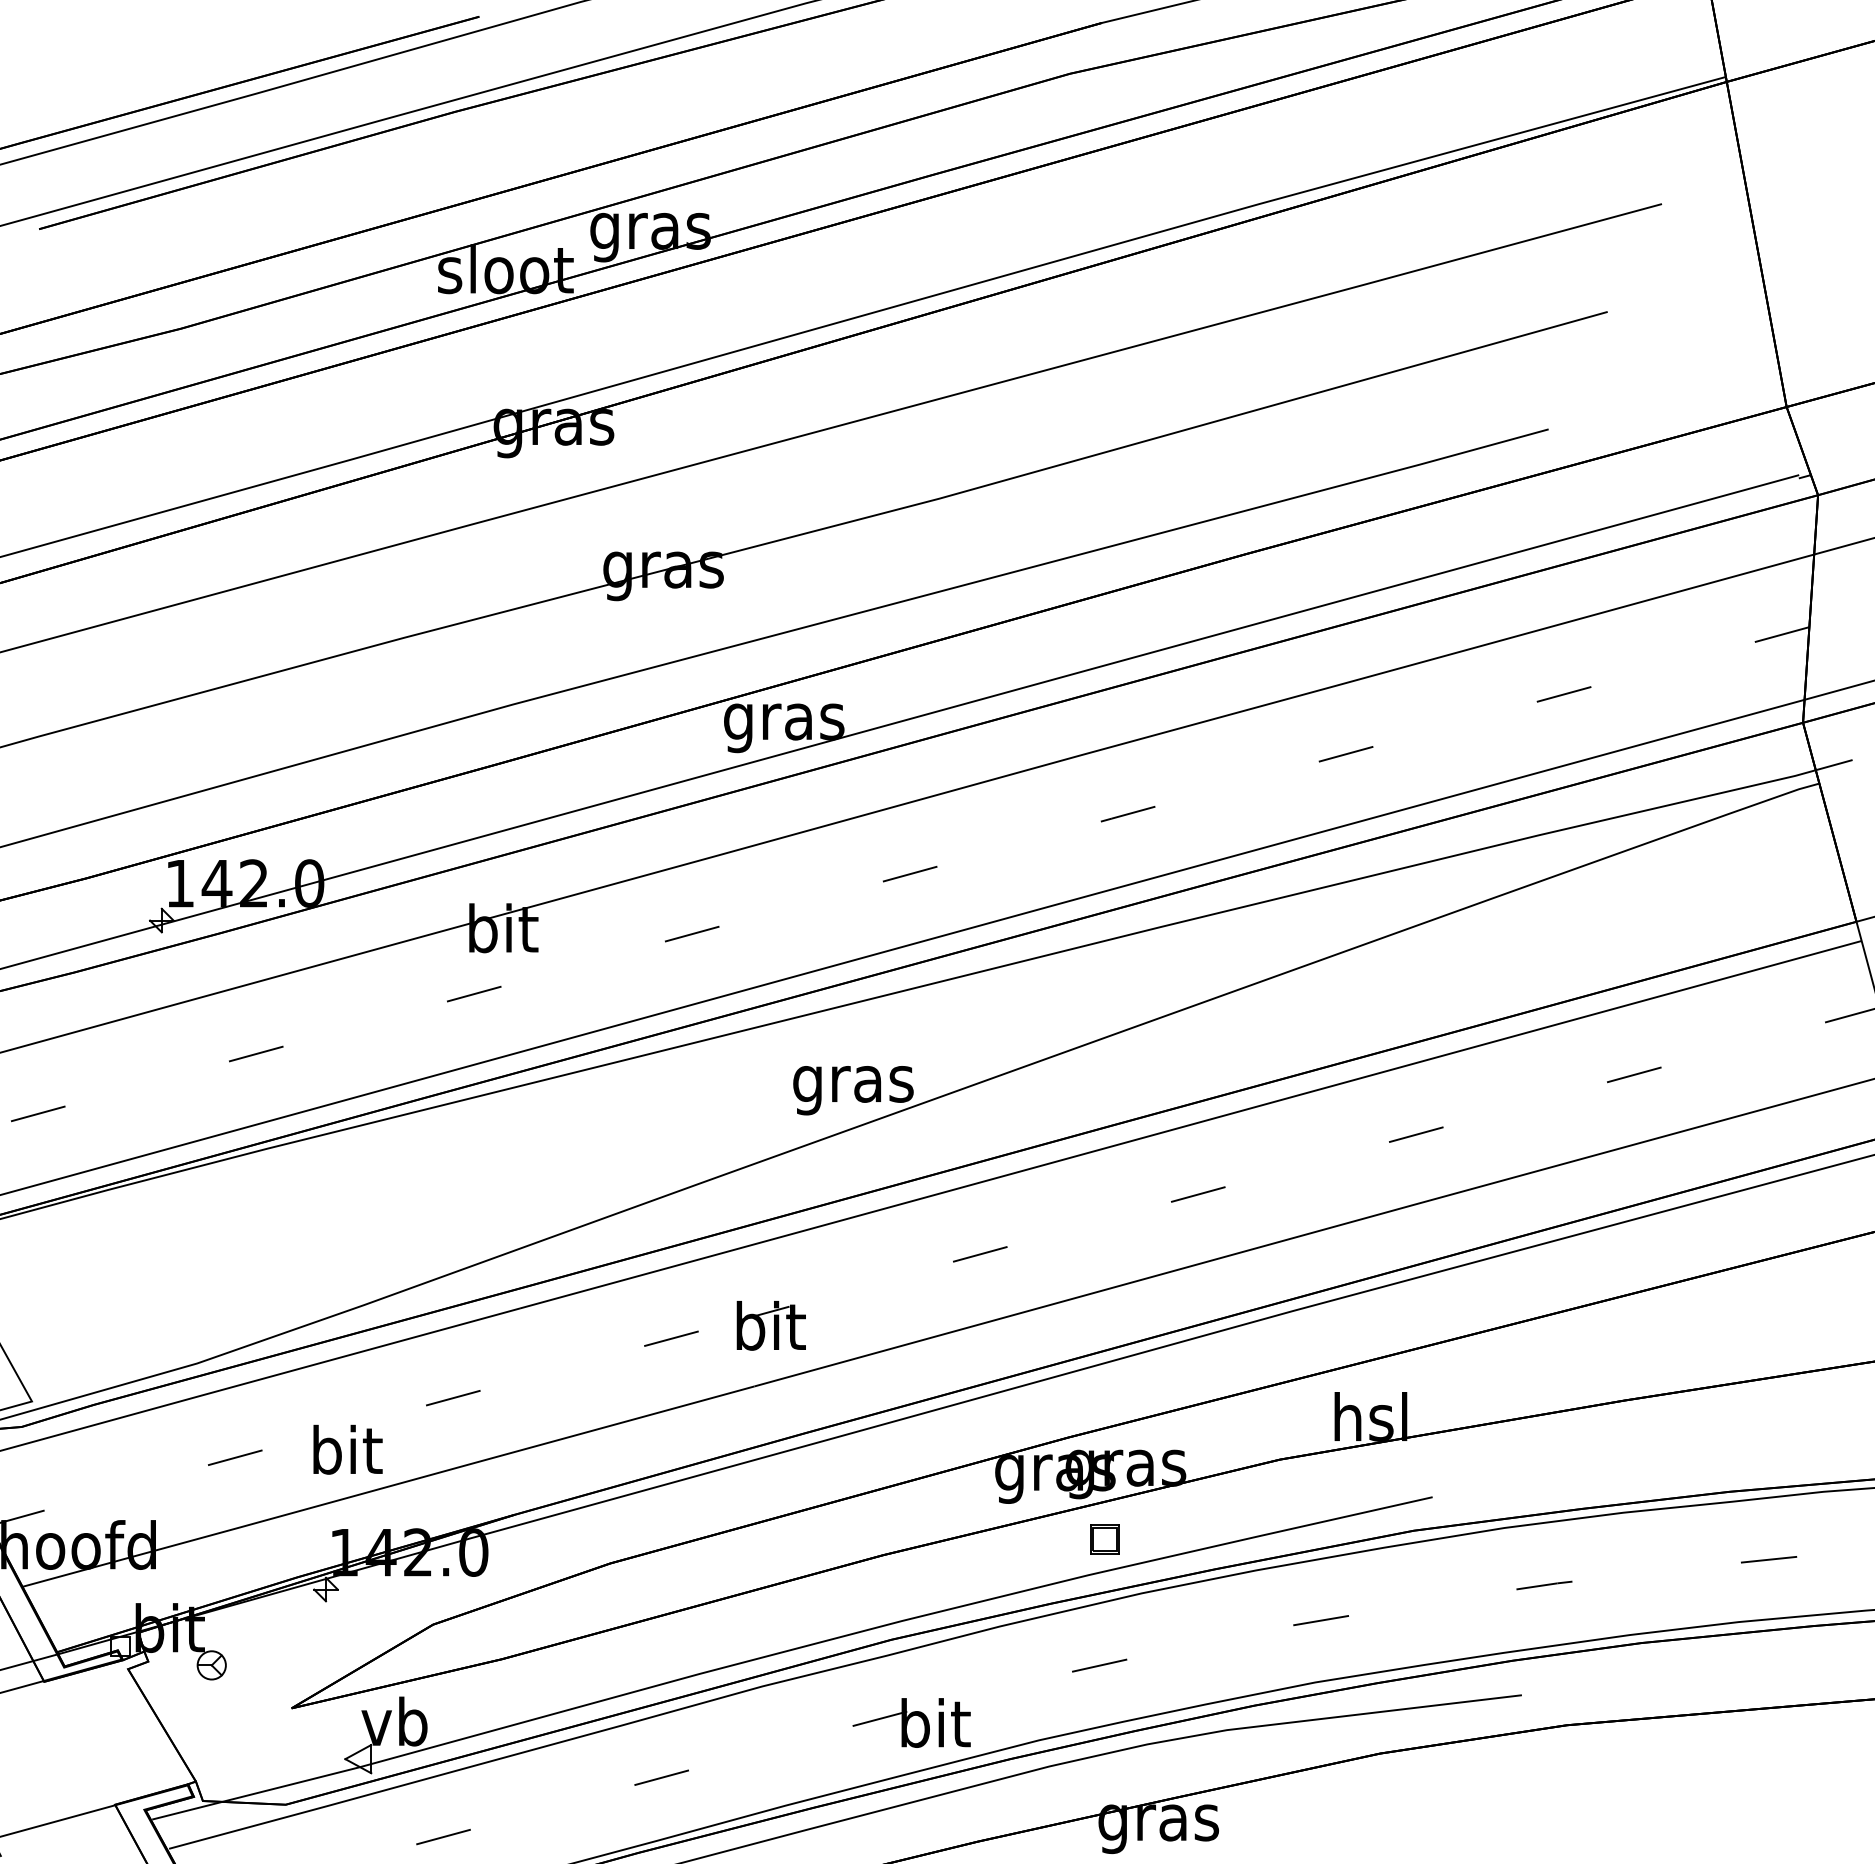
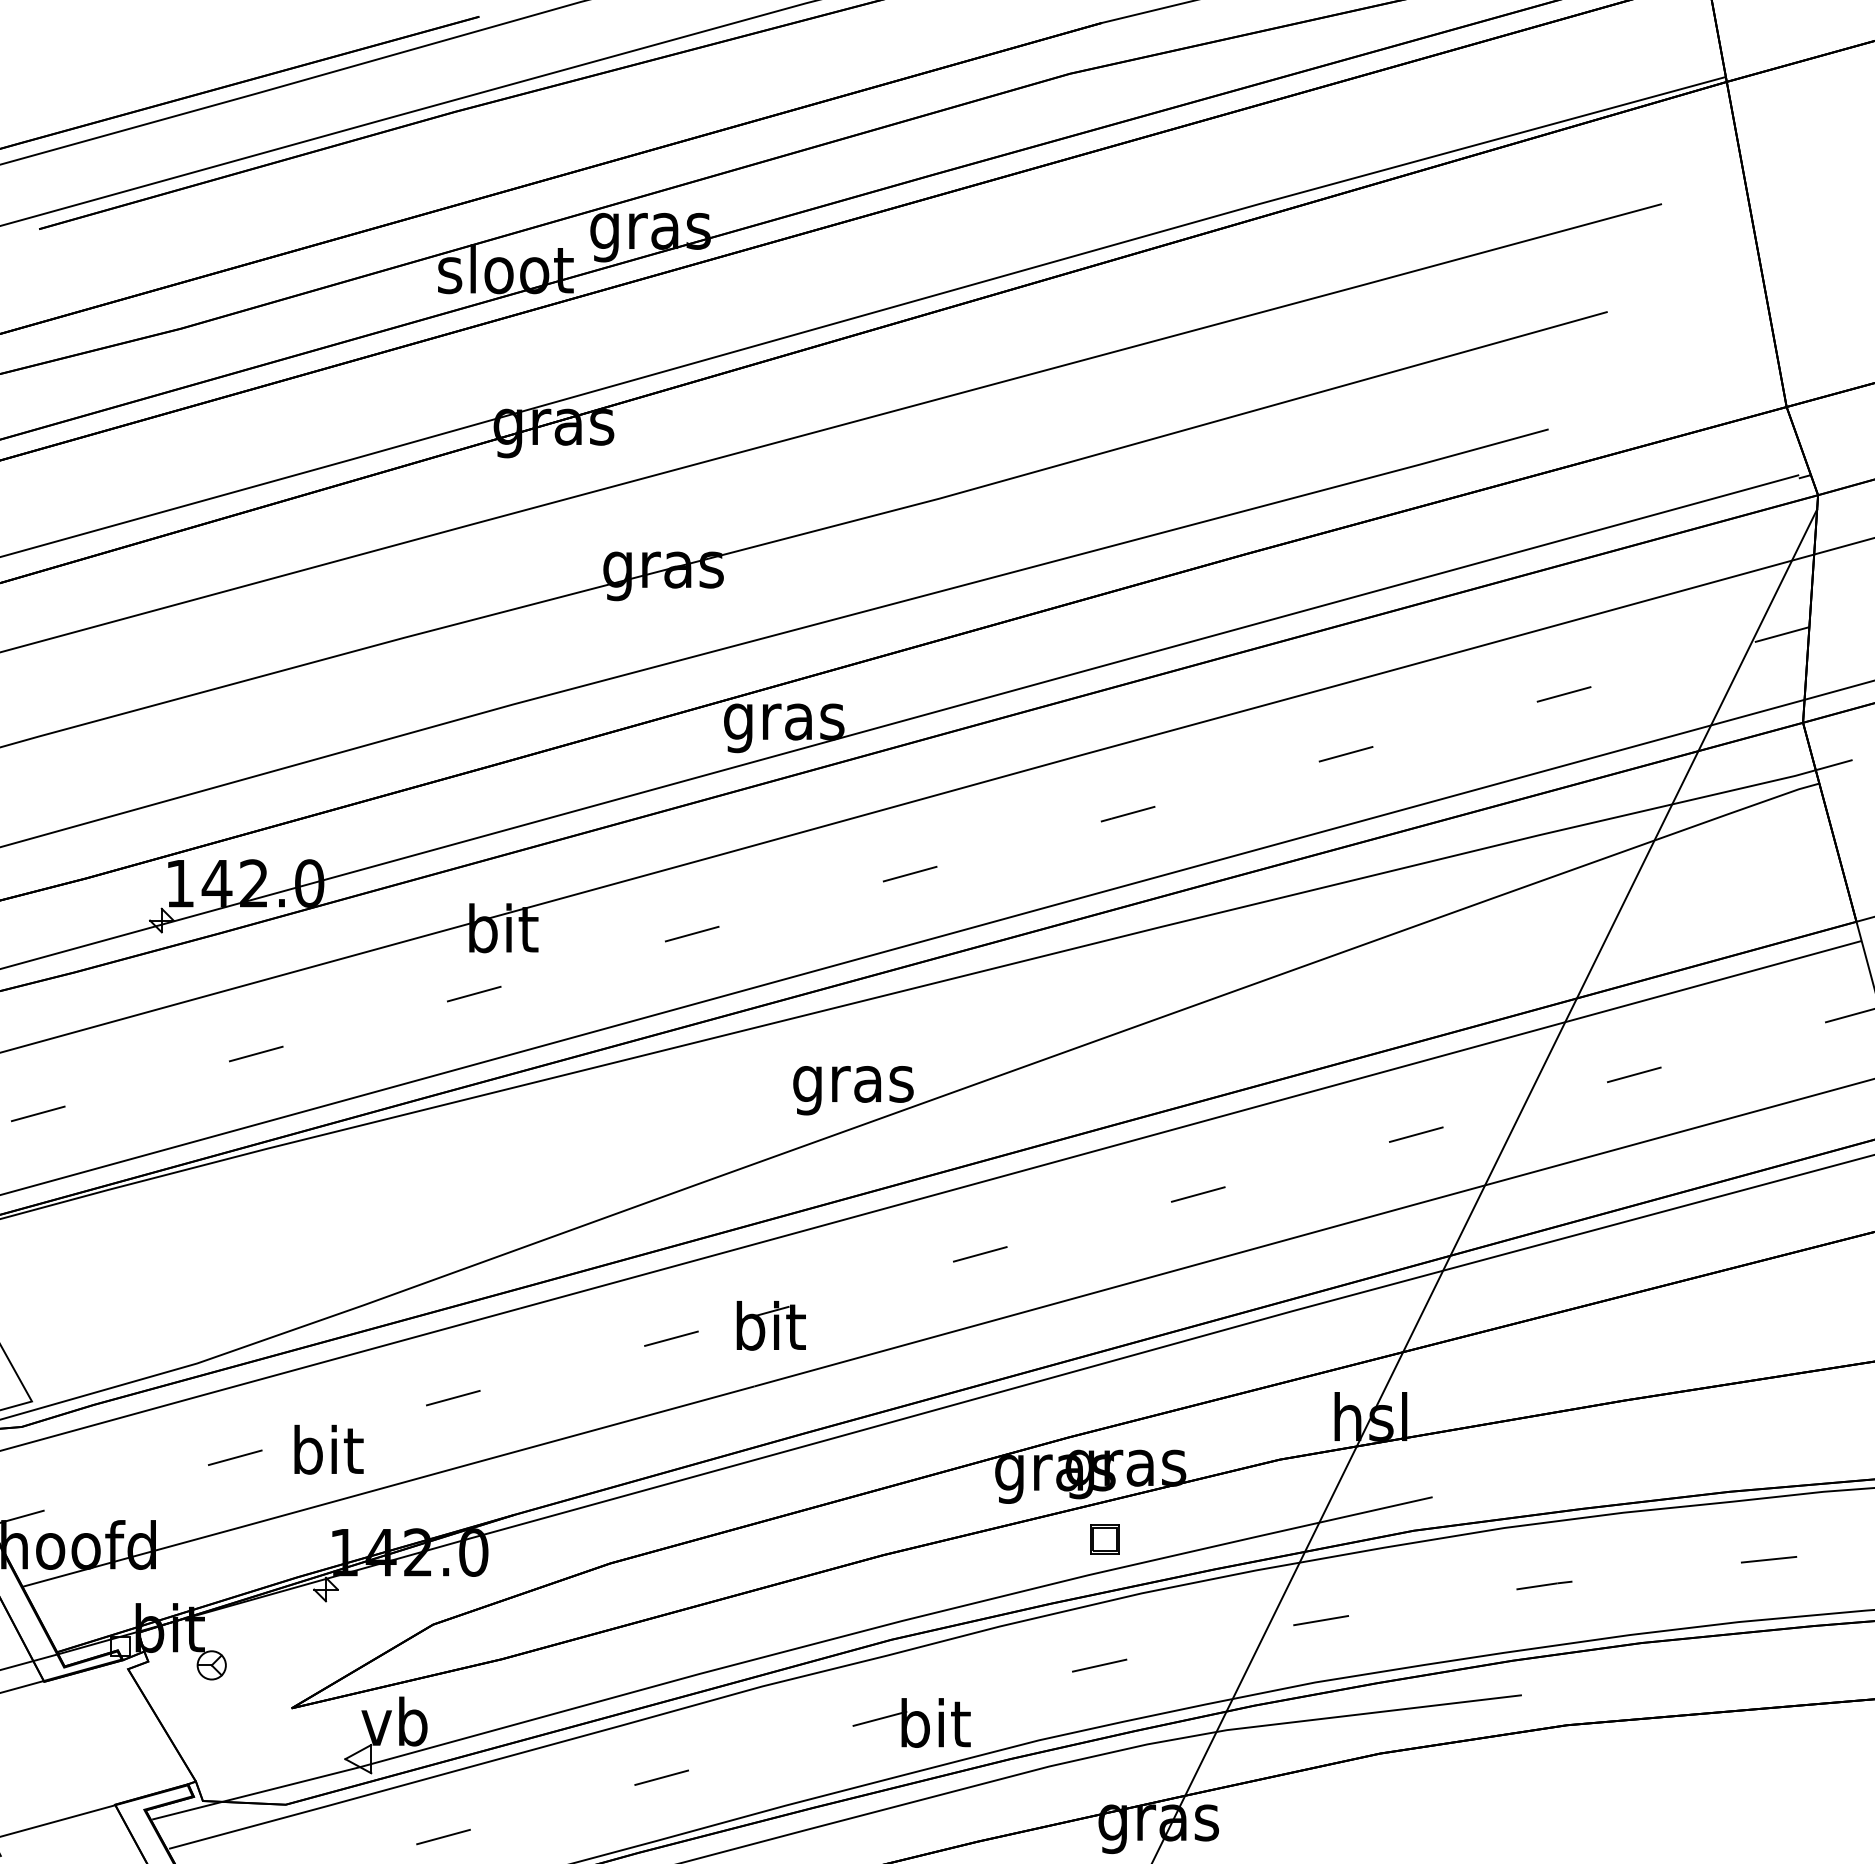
line at (1485, 1184): none -> present
text at (347, 1449) position: (347, 1449) -> (328, 1449)
